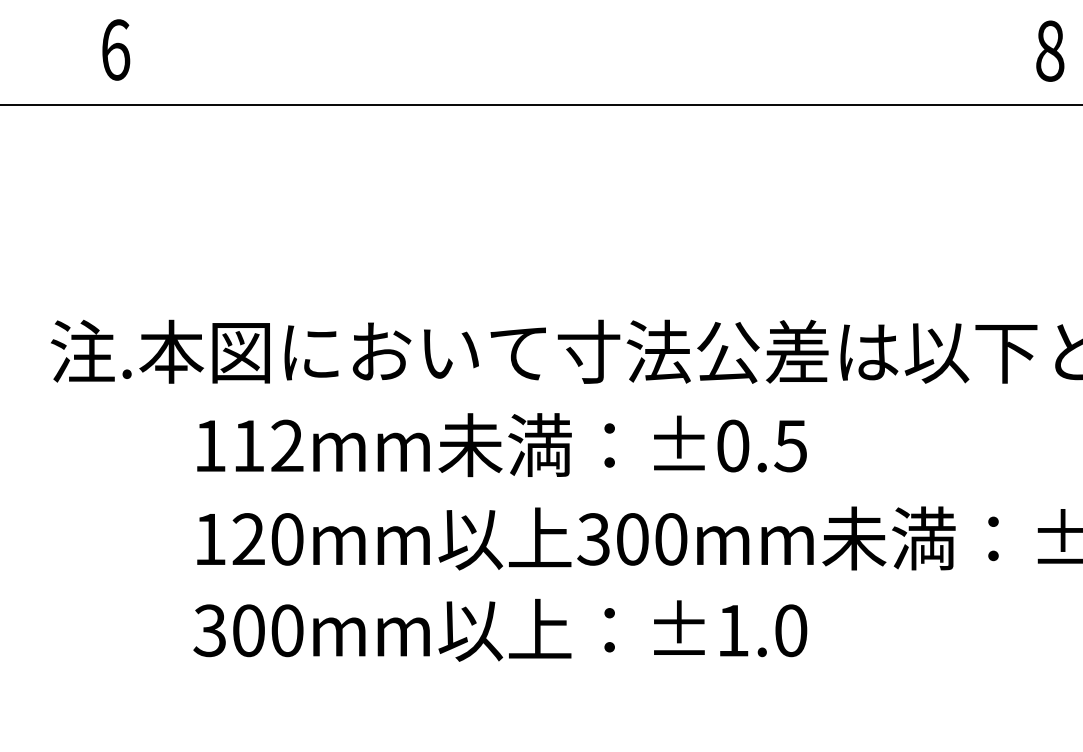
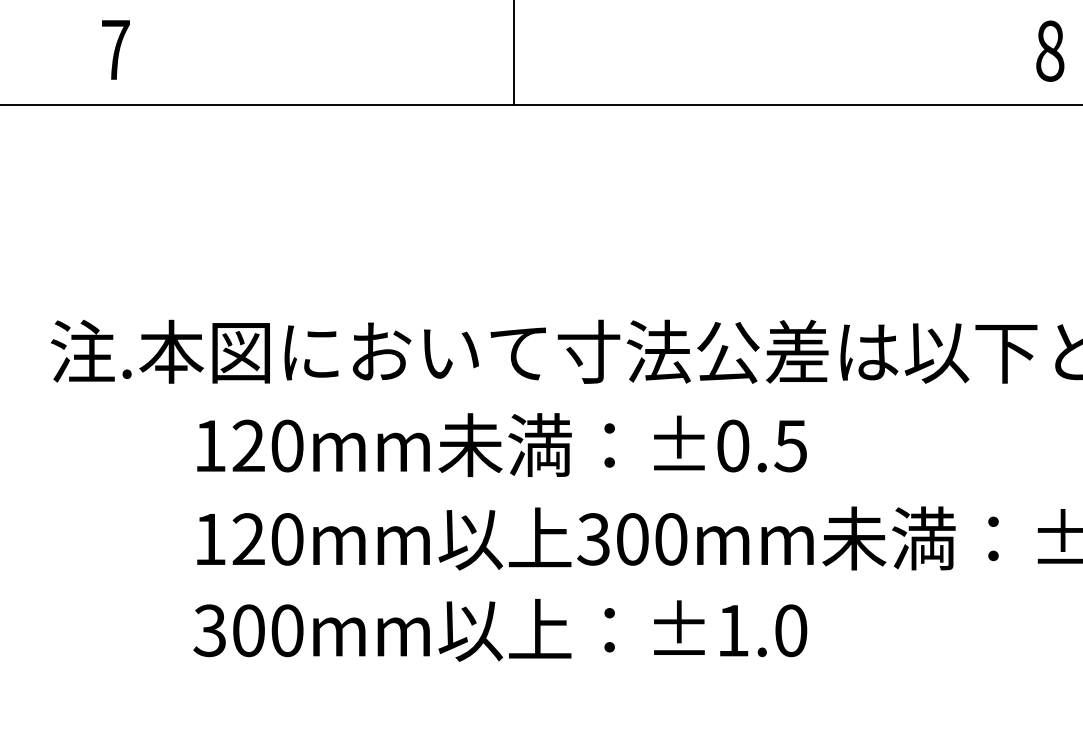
text at (116, 49): 6 -> 7
line at (514, 53): none -> present
text at (267, 445): 112mm -> 120mm
